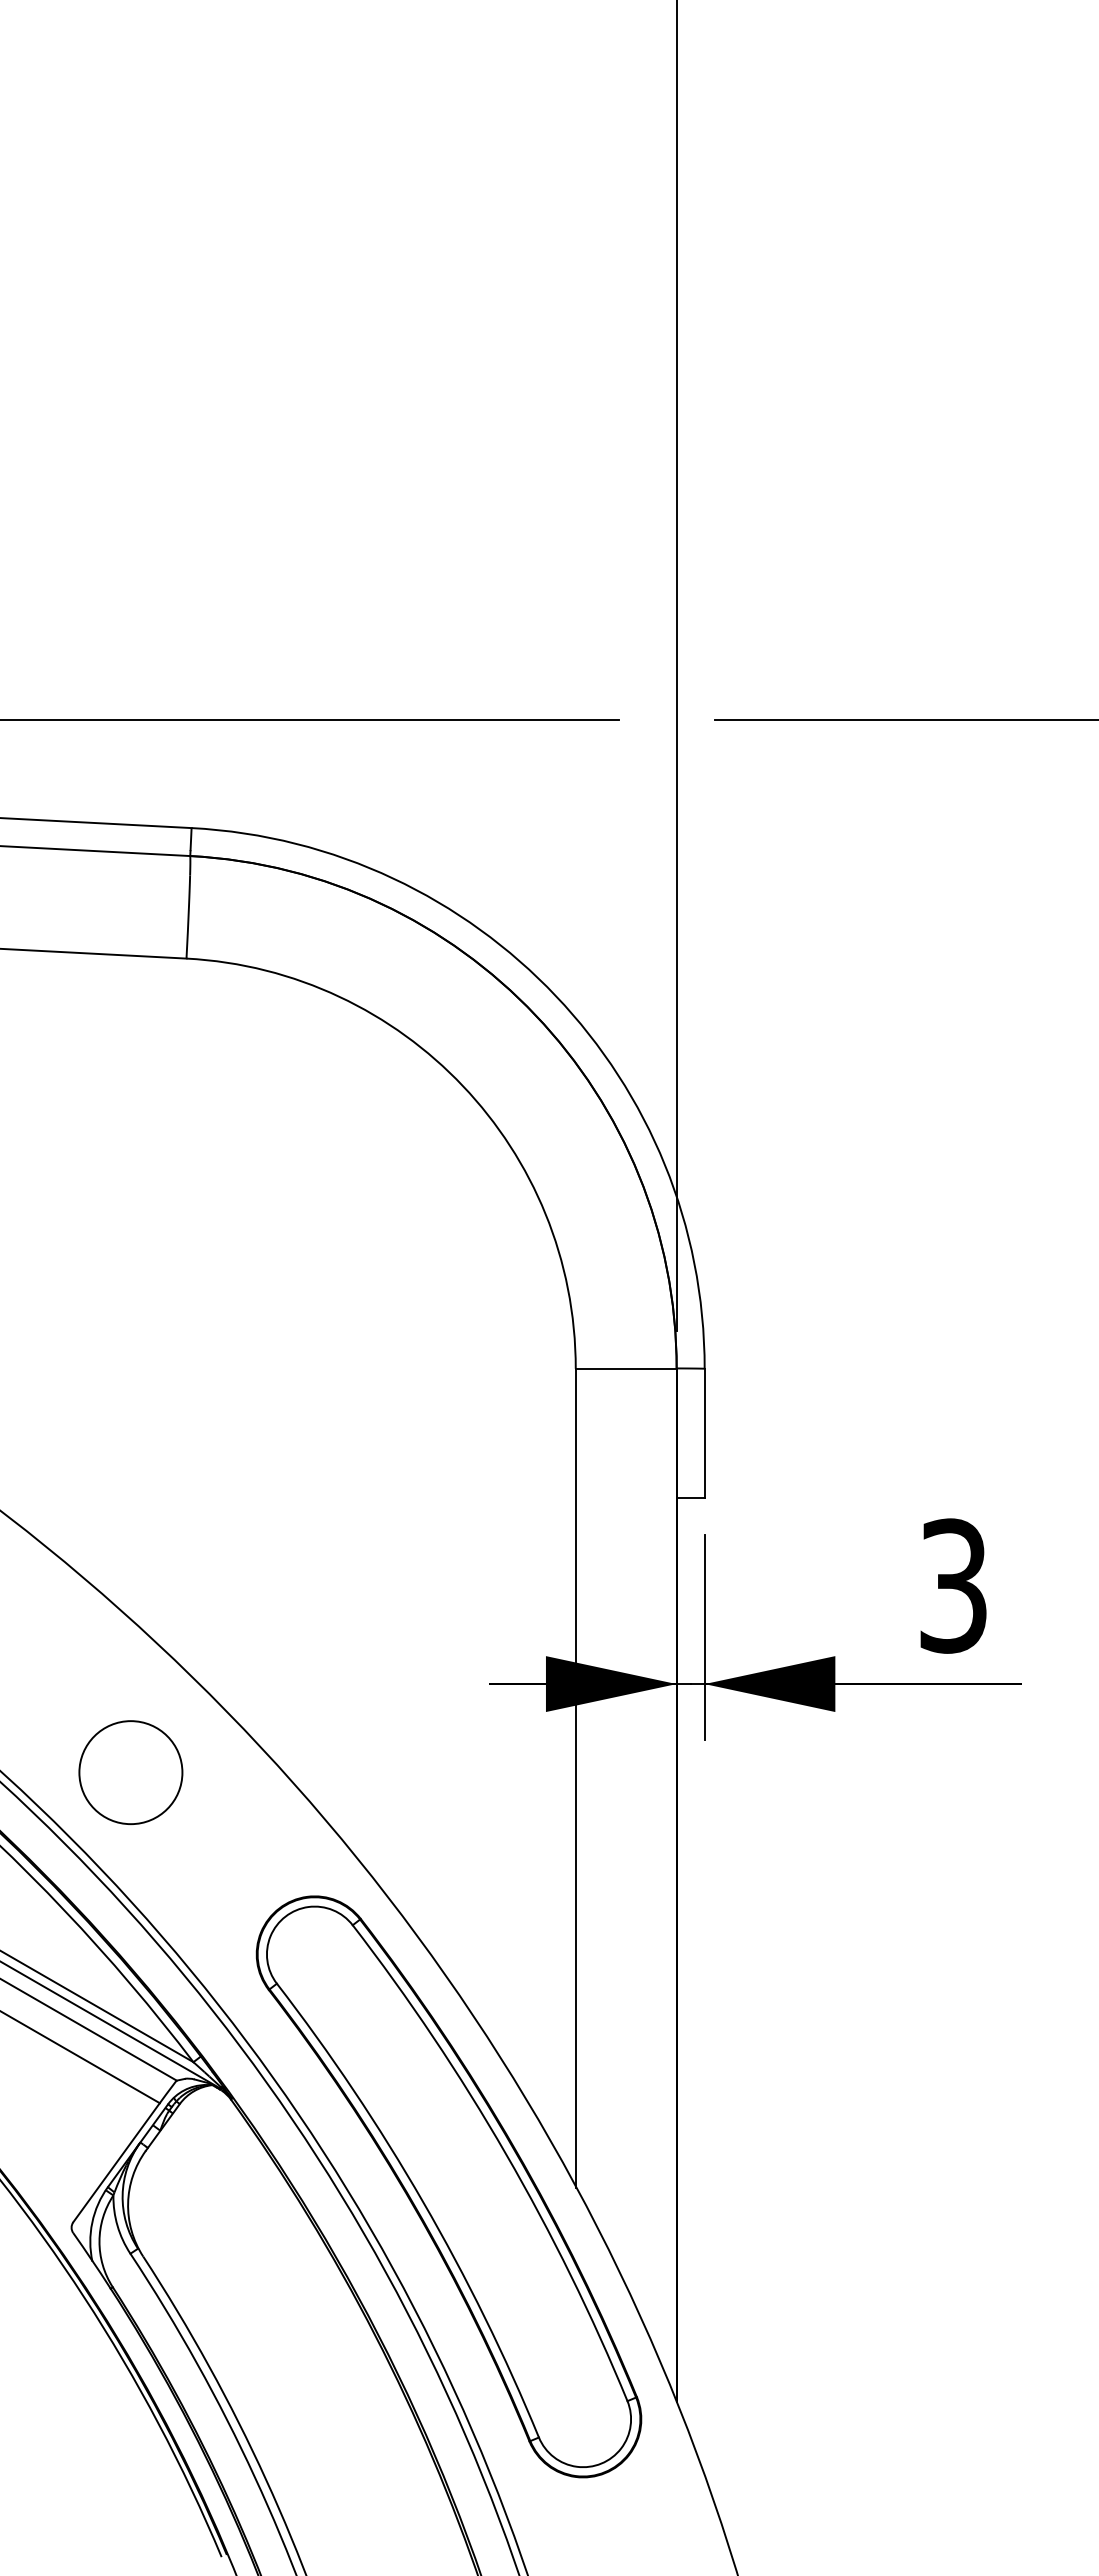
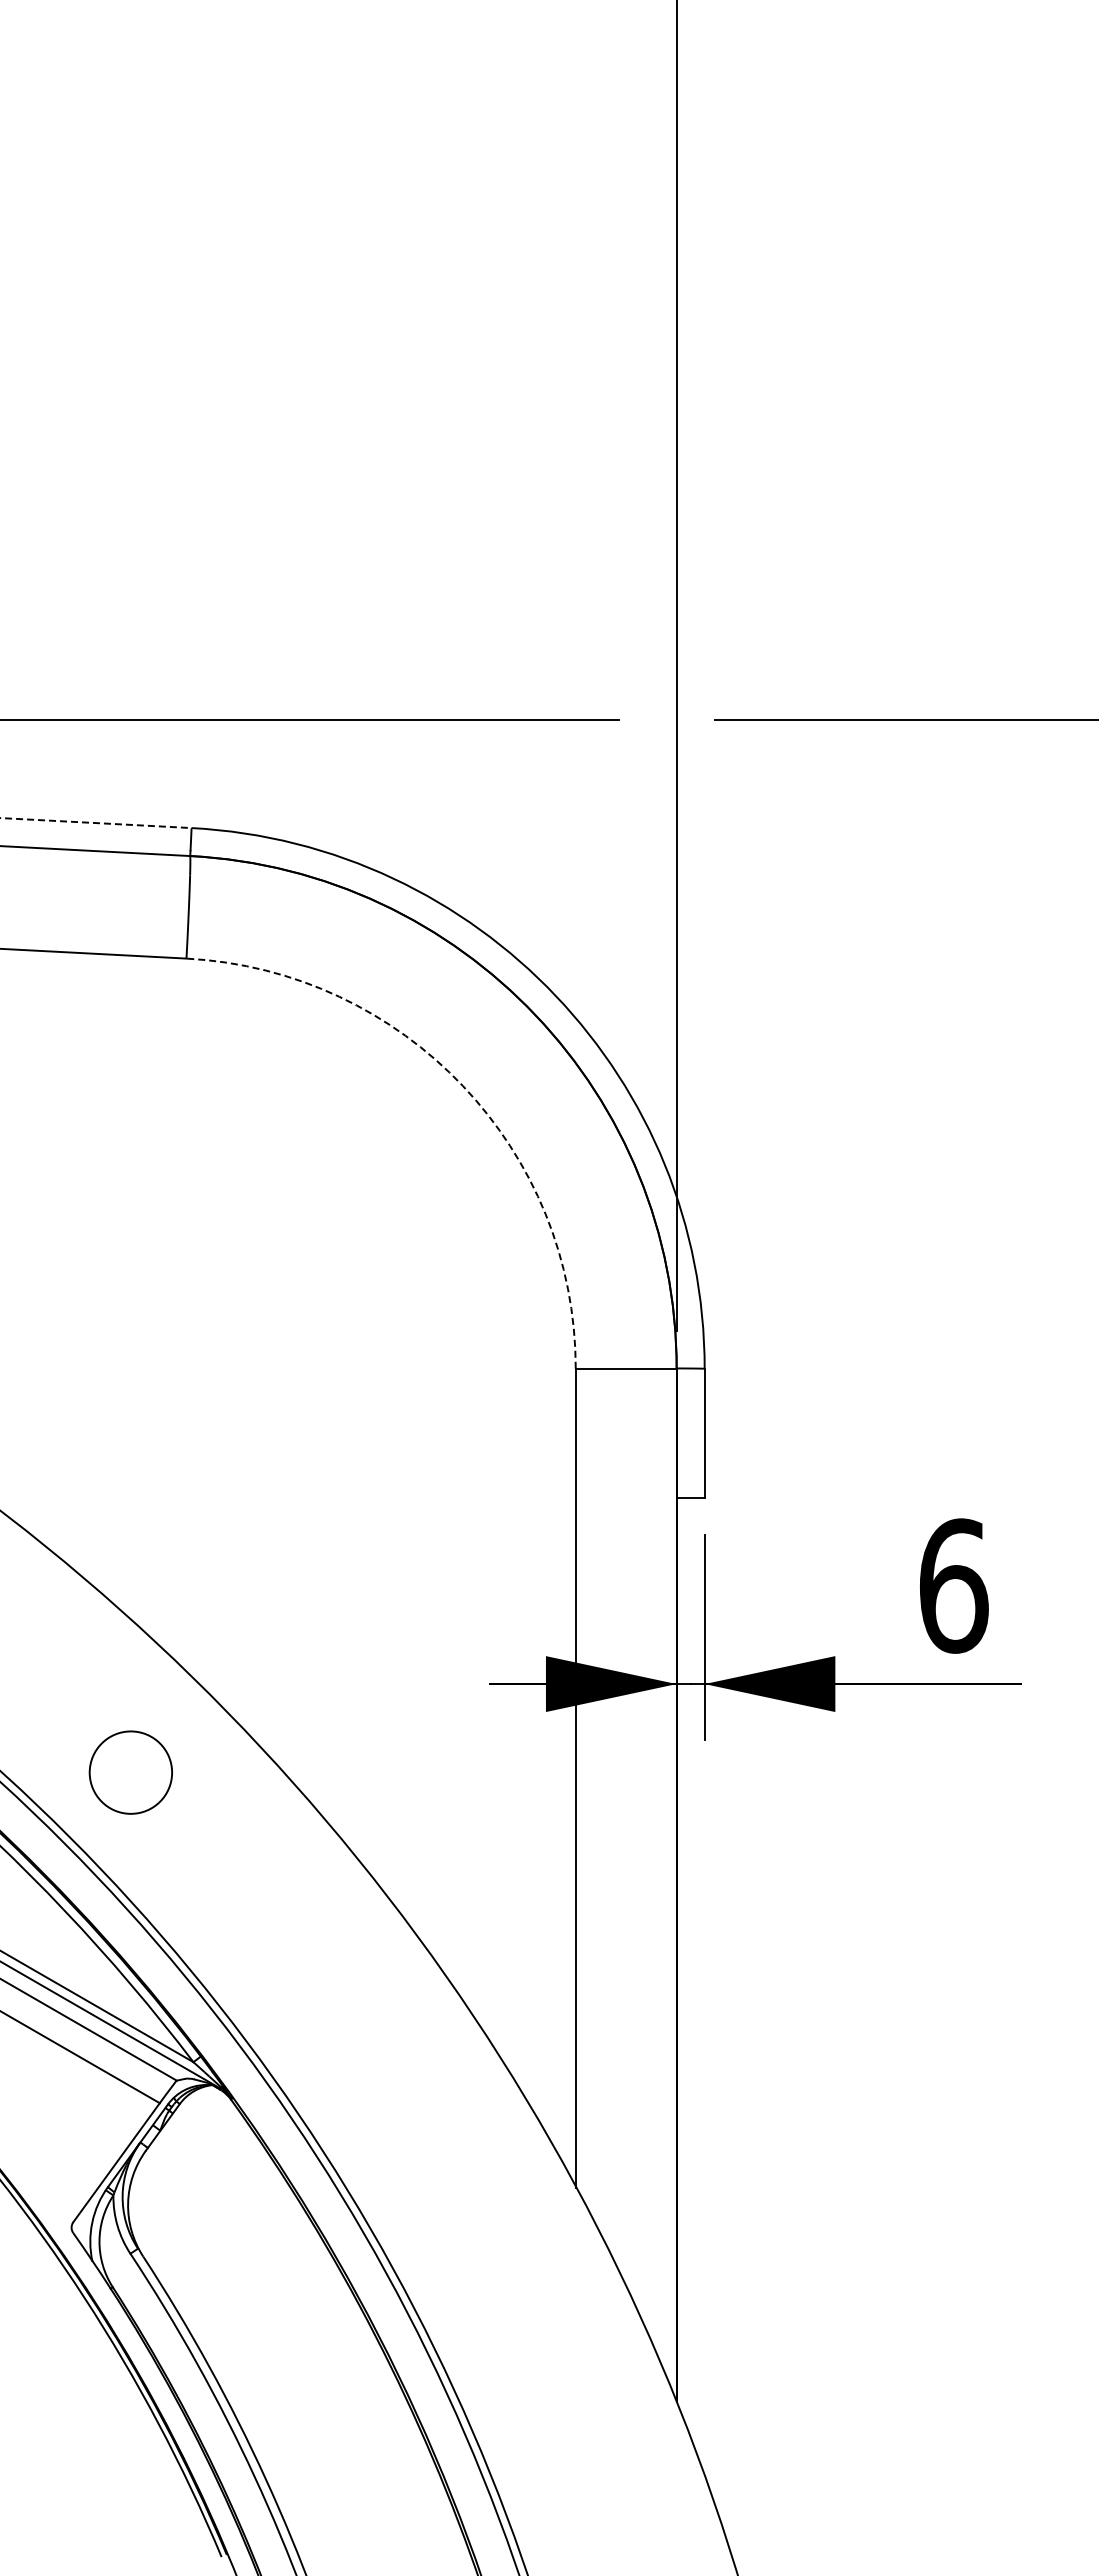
line at (96, 823): solid -> dashed
arc at (462, 1086): solid -> dashed
text at (954, 1585): 3 -> 6
circle at (130, 1772) diameter: 103 px -> 82 px
part at (448, 2186): present -> none
